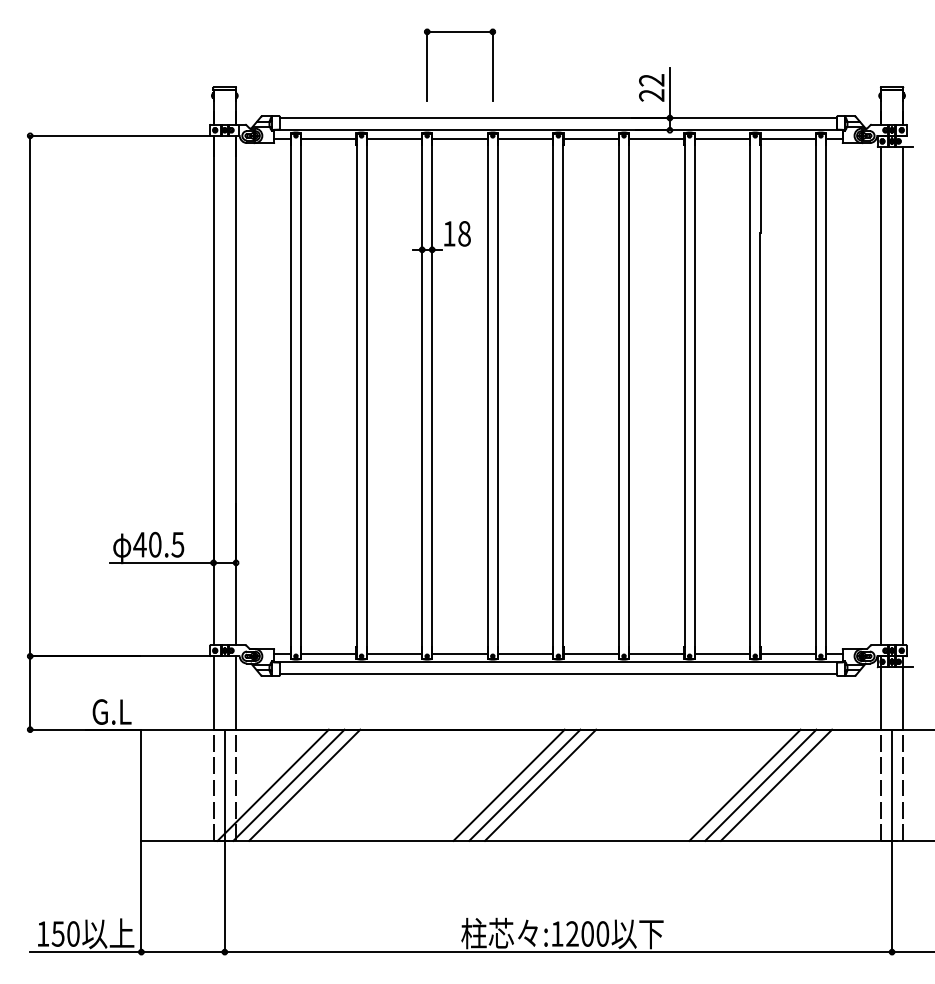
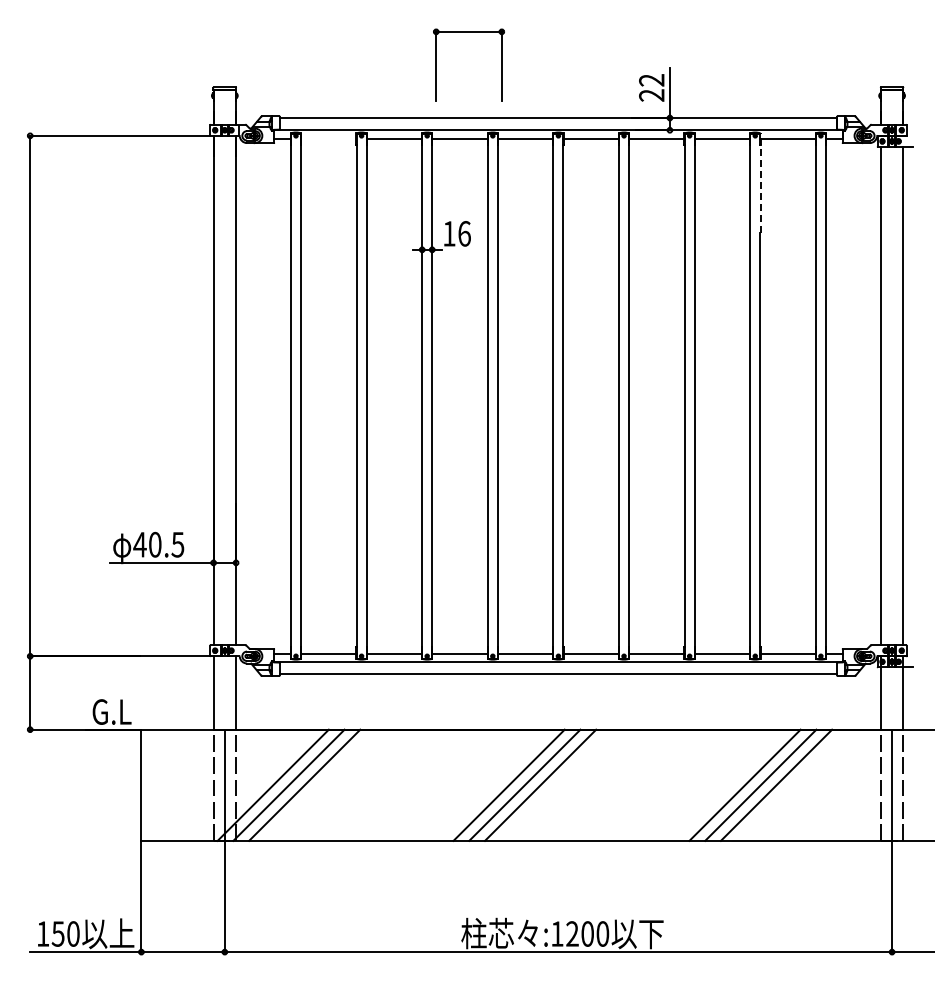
part at (459, 32) position: (459, 32) -> (468, 32)
line at (328, 138): present -> none
line at (760, 183): solid -> dashed
text at (464, 233): 18 -> 16
